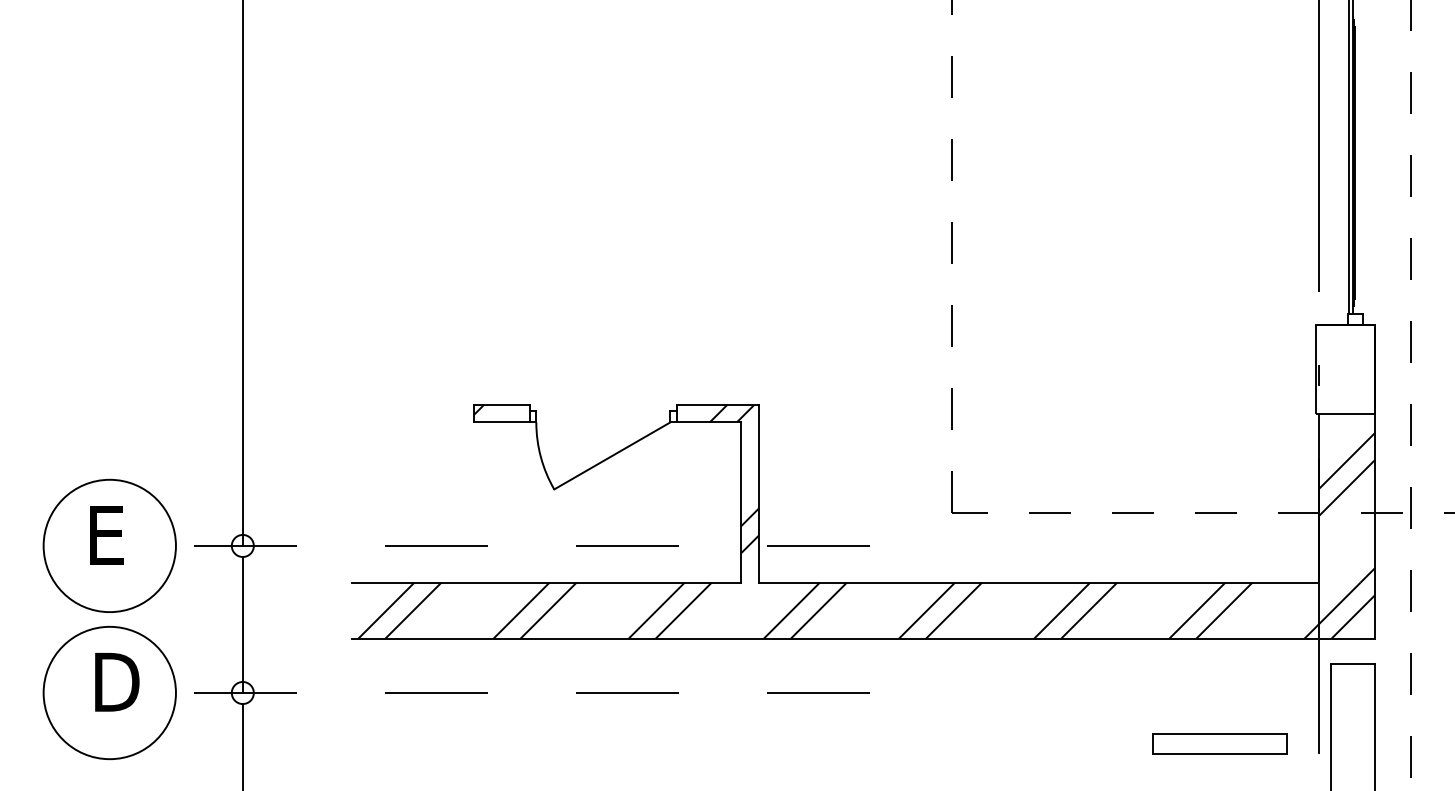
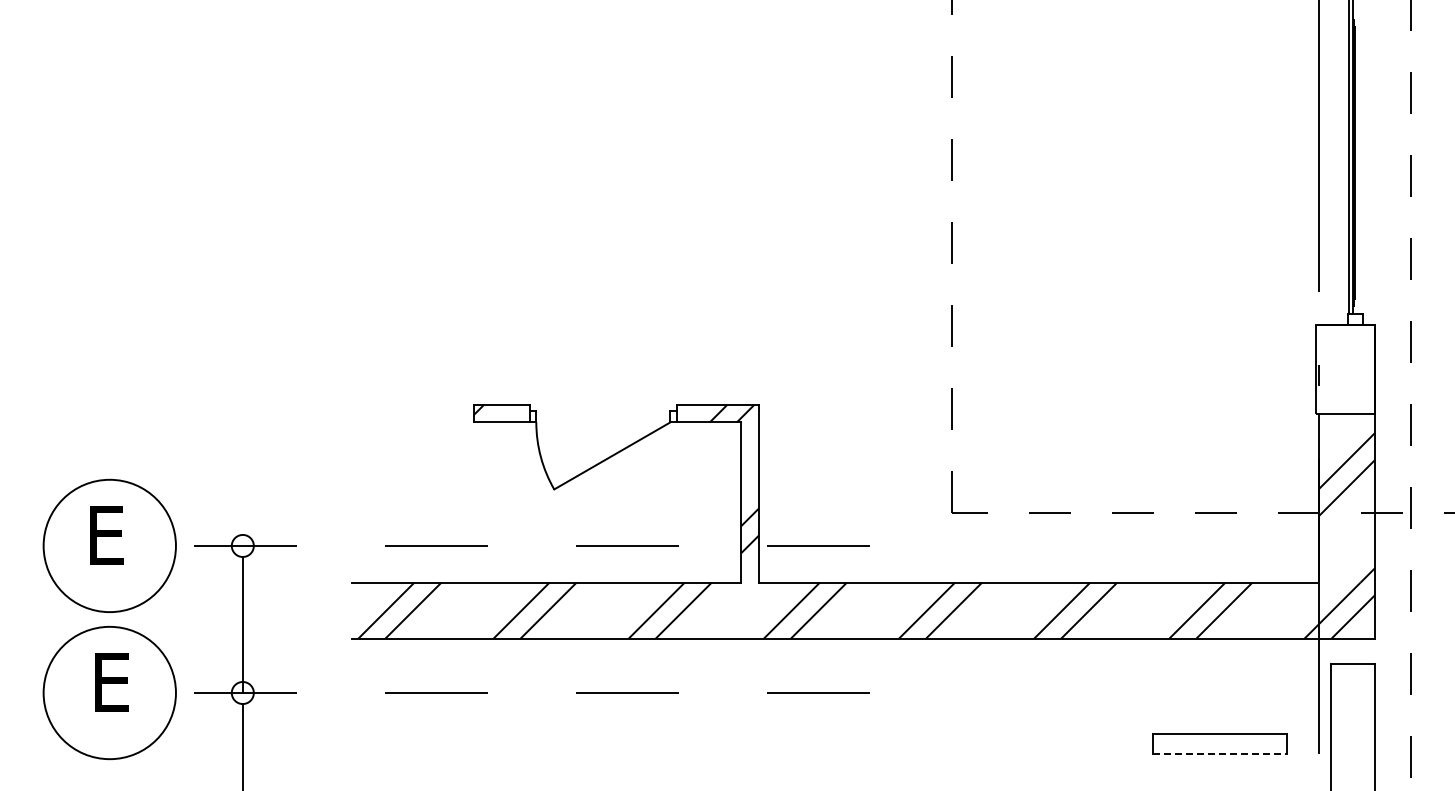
line at (242, 273): present -> none
text at (117, 681): D -> E
line at (1219, 754): solid -> dashed
